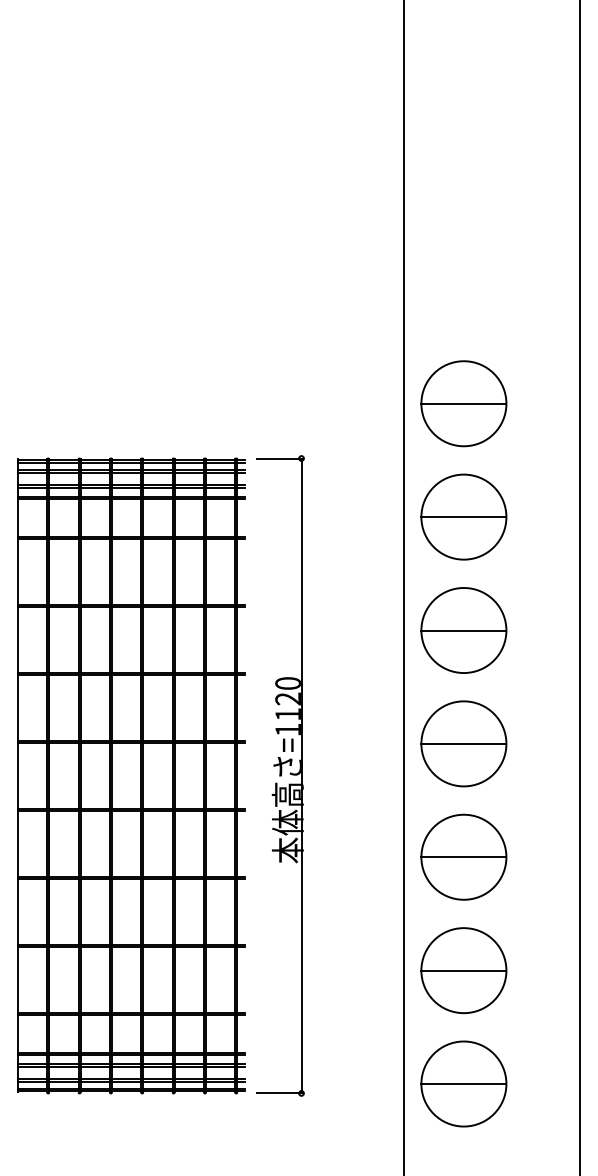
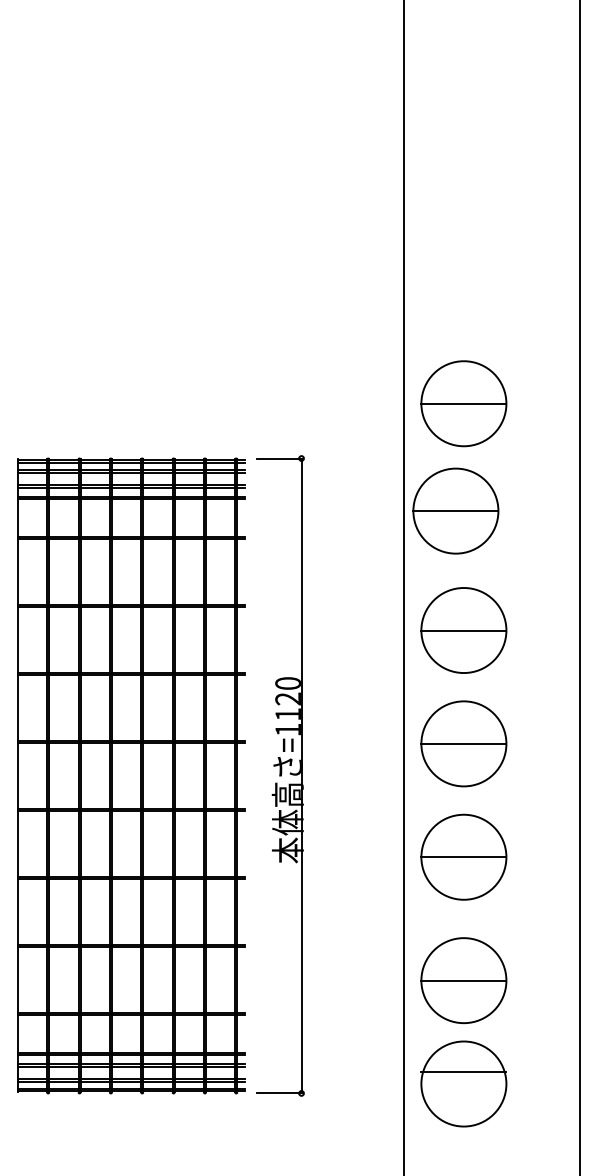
part at (463, 516) position: (463, 516) -> (455, 510)
part at (463, 970) position: (463, 970) -> (463, 980)
line at (463, 1084) position: (463, 1084) -> (463, 1072)
